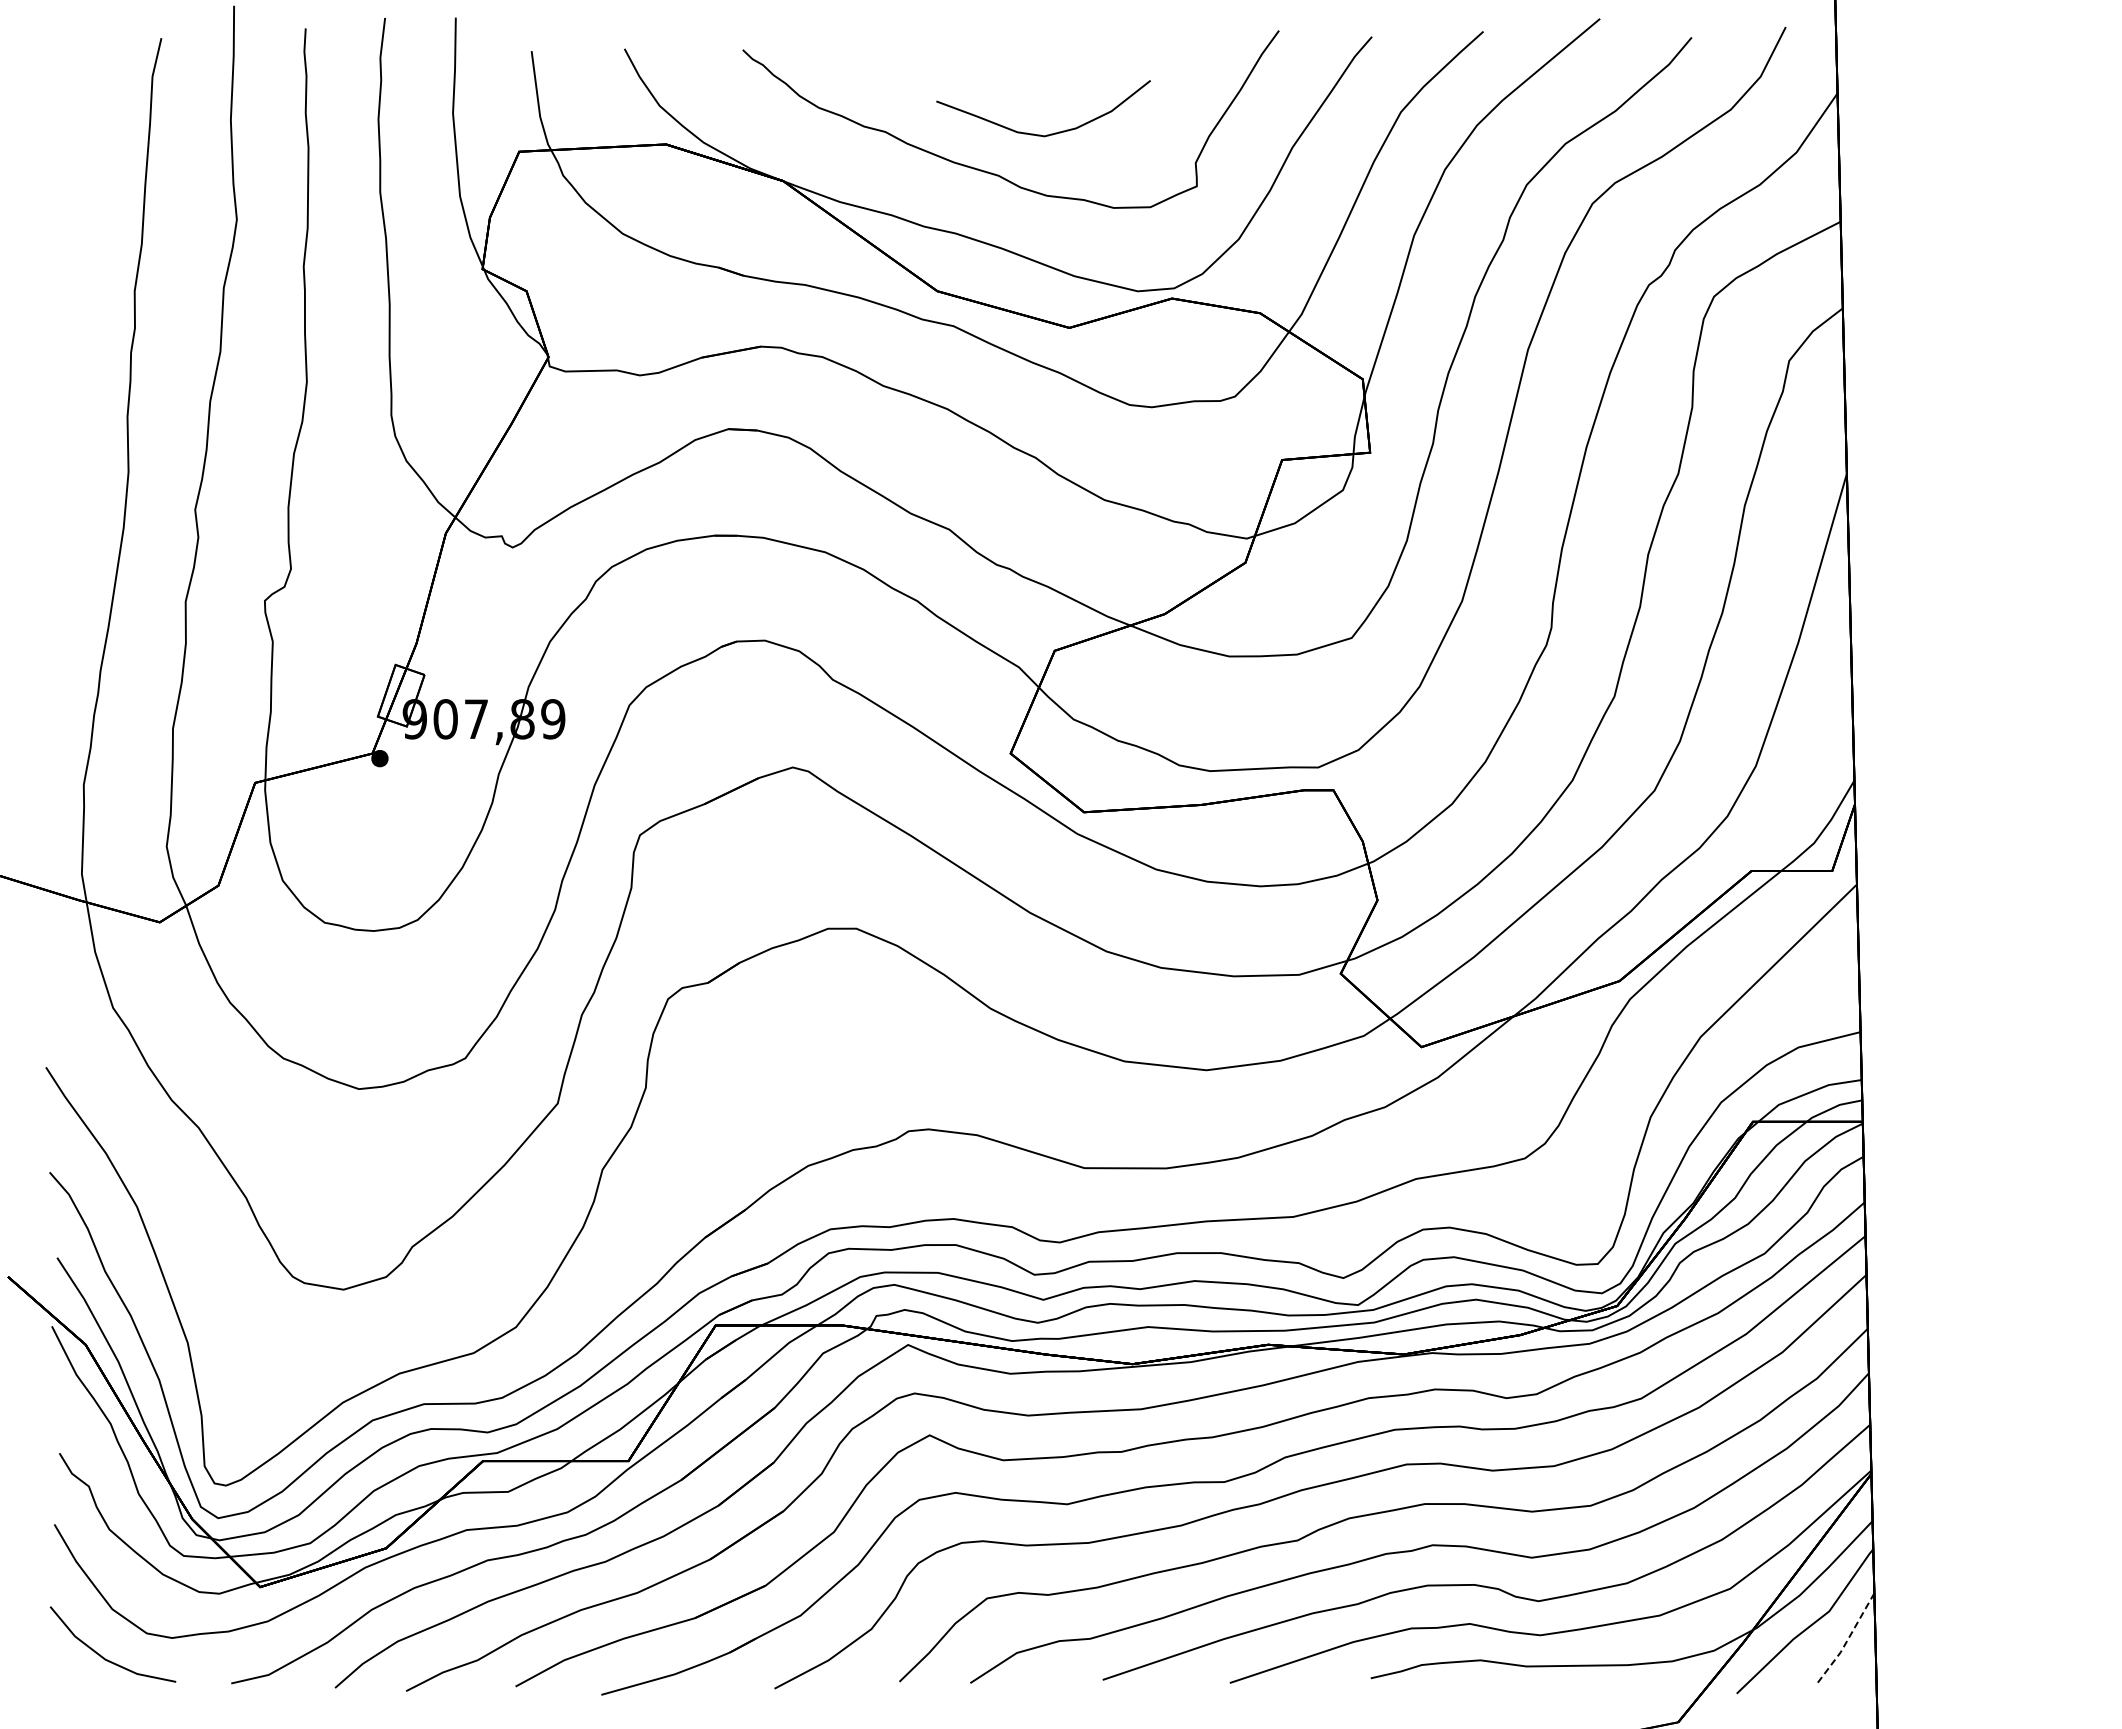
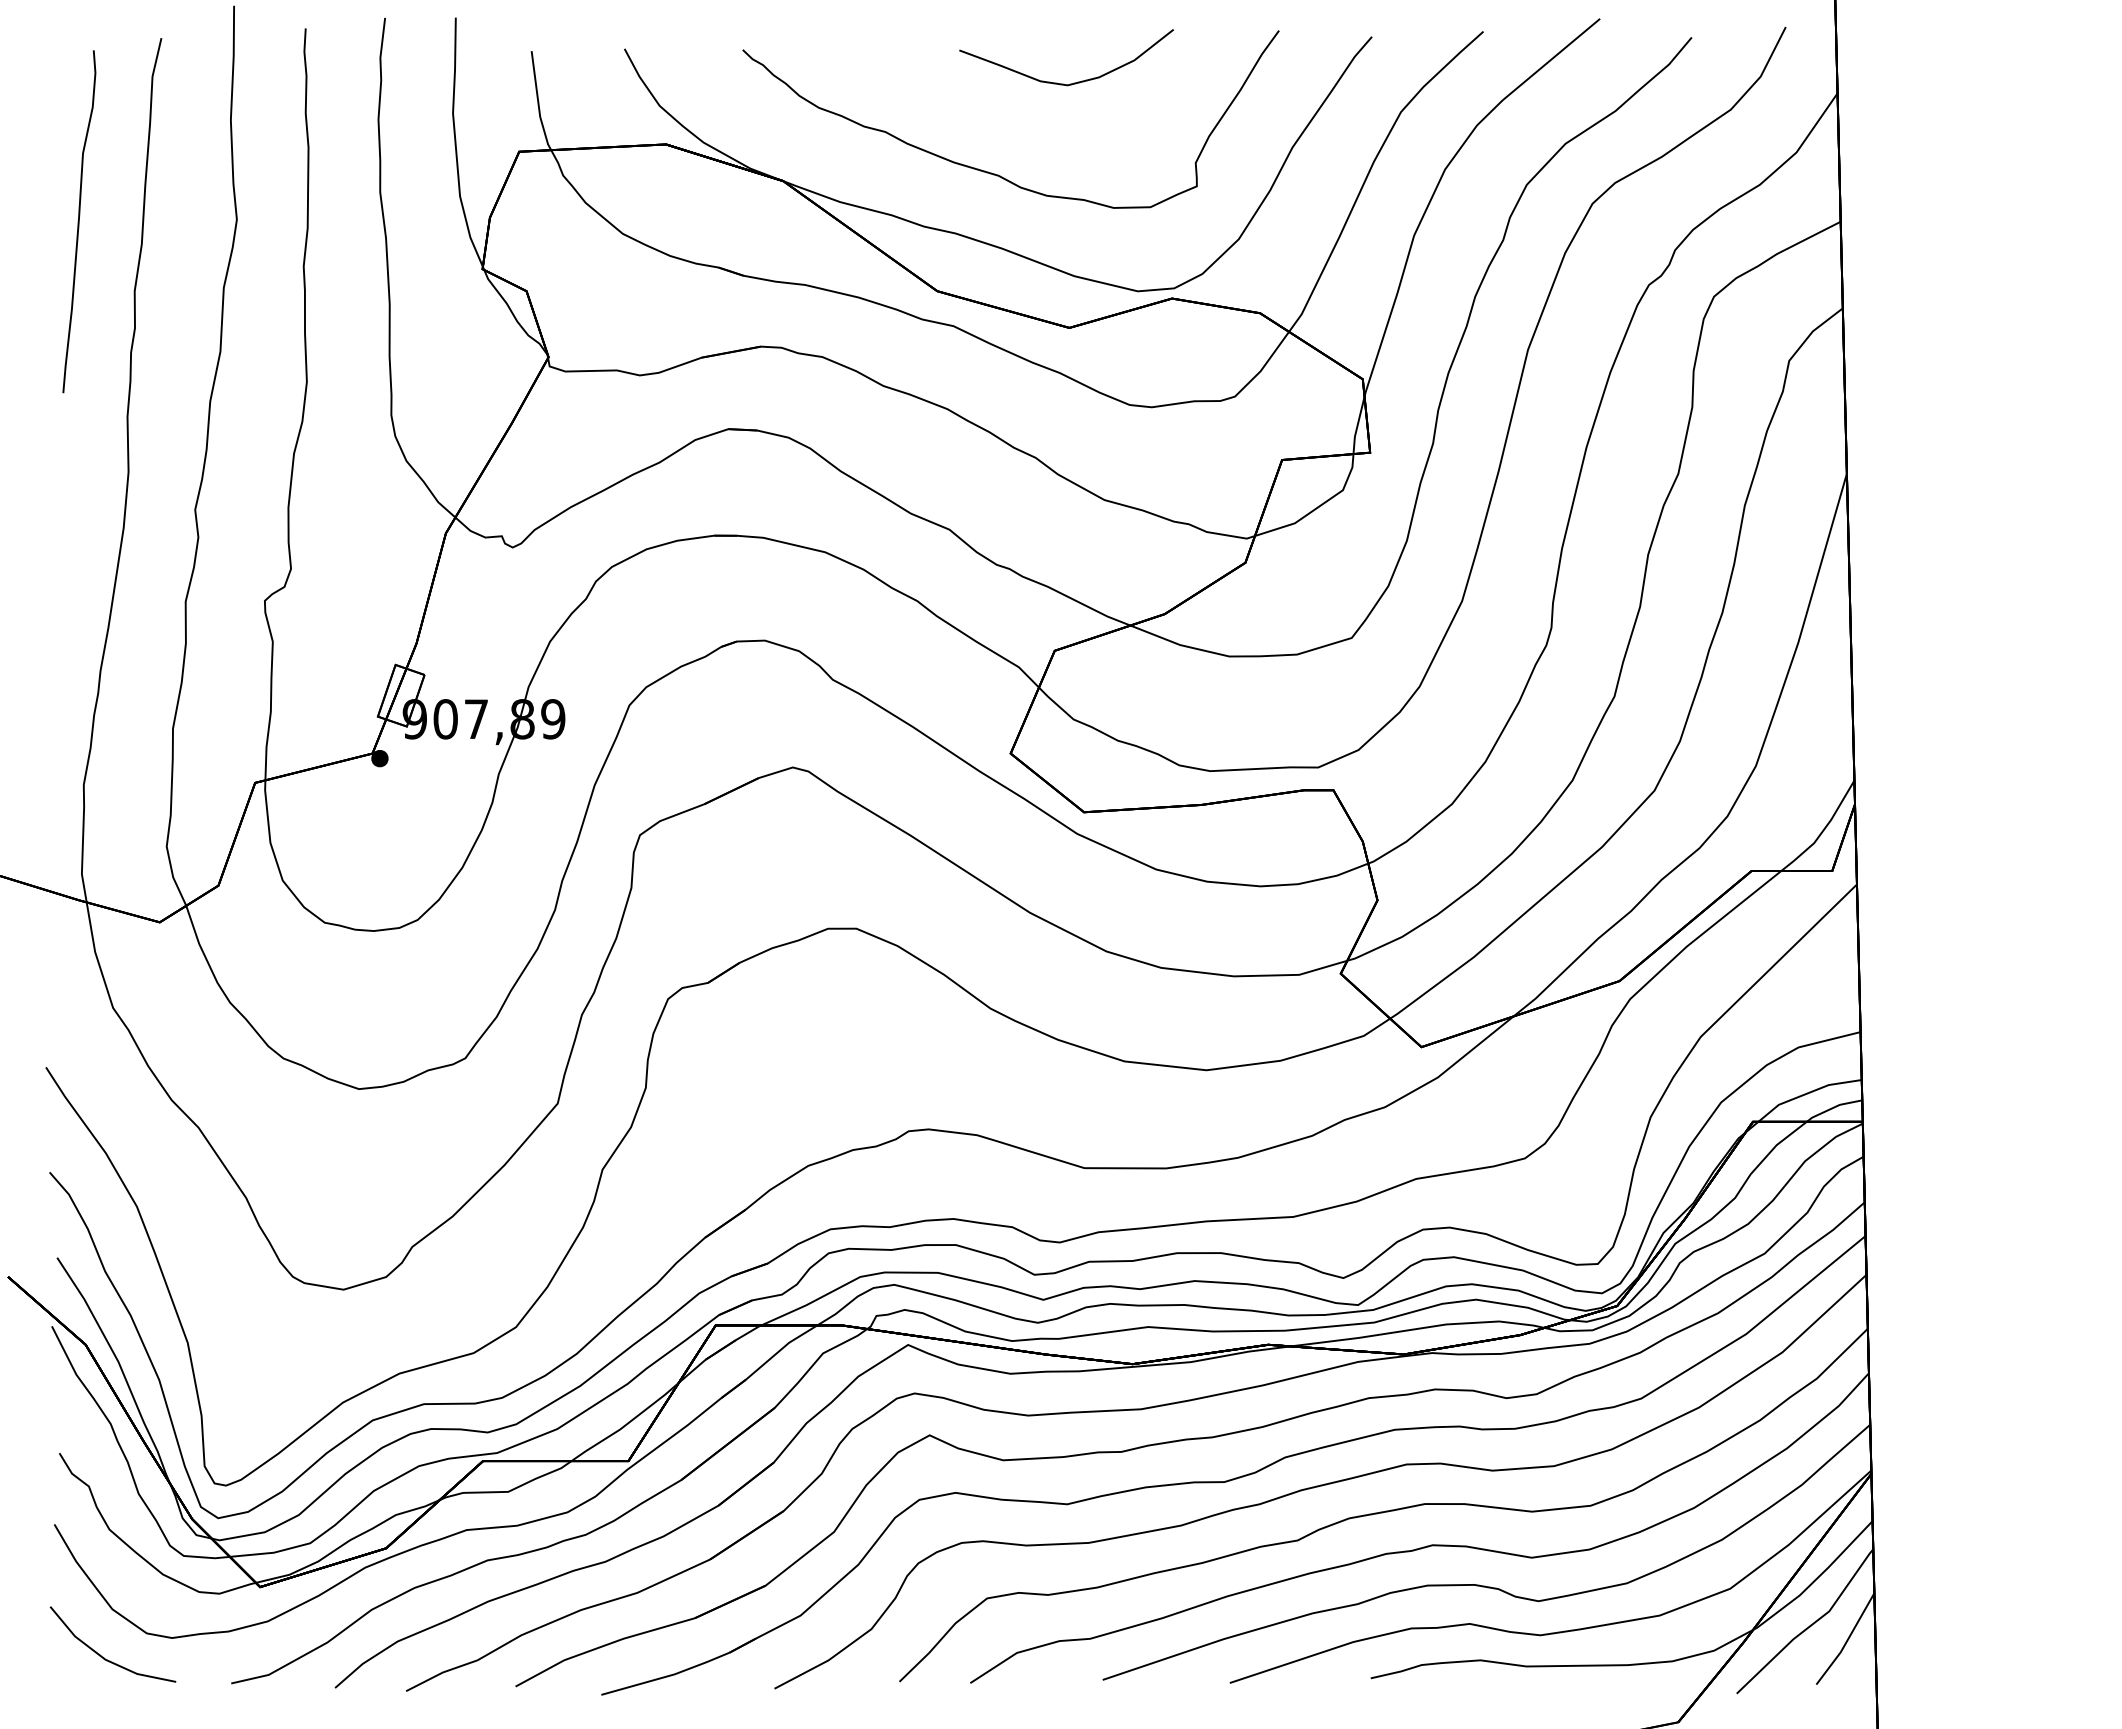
curve at (1040, 134) position: (1040, 134) -> (1063, 83)
curve at (79, 221): none -> present
line at (1847, 1640): dashed -> solid
